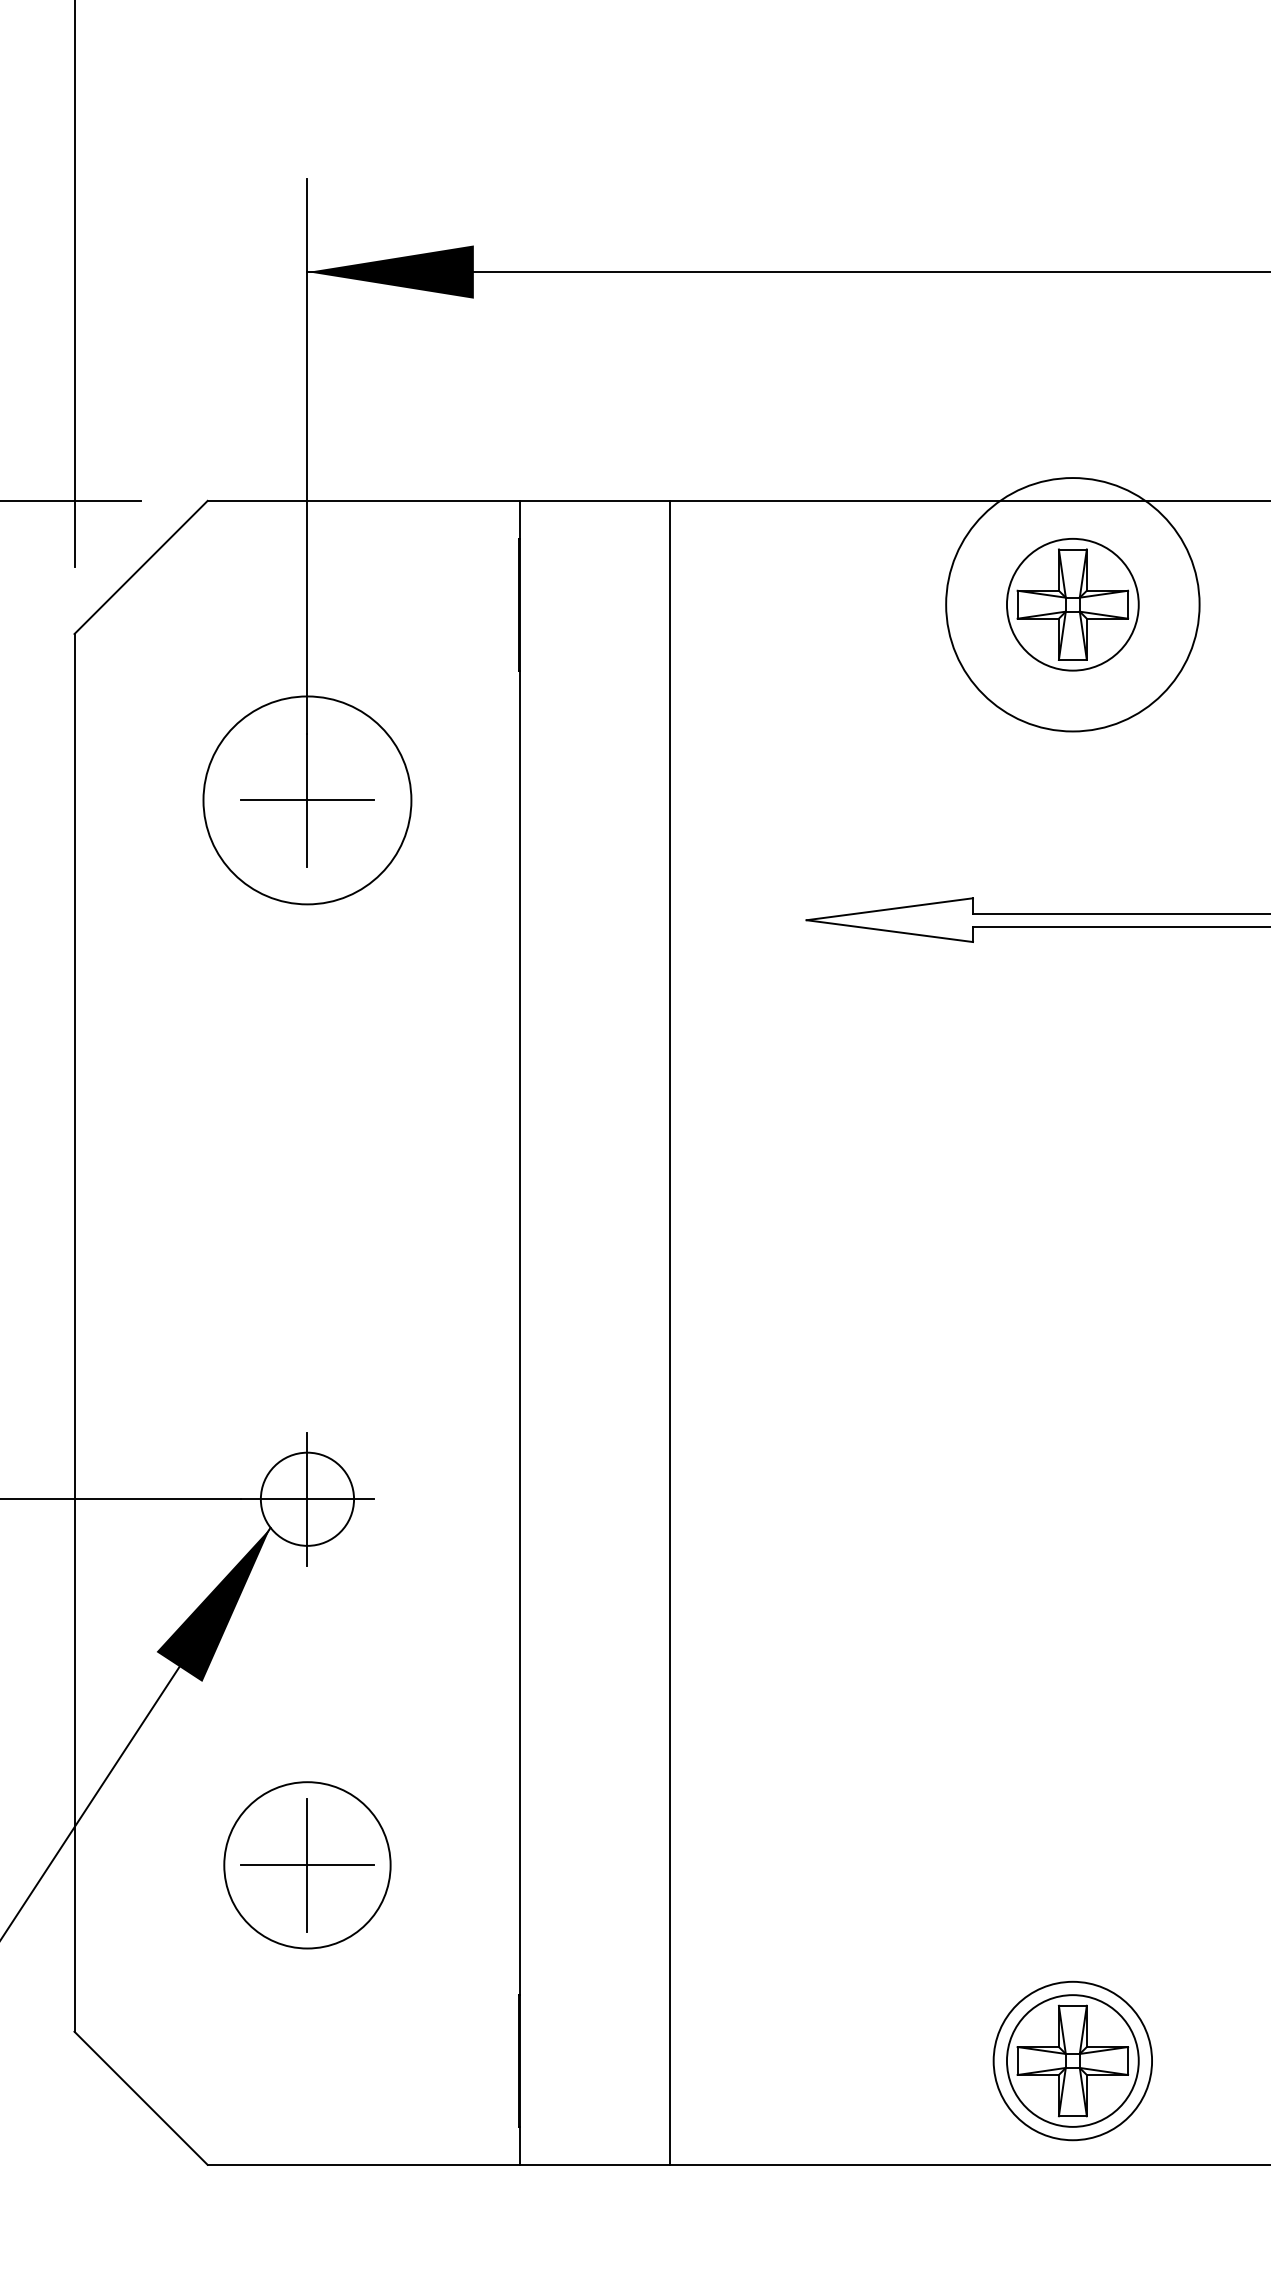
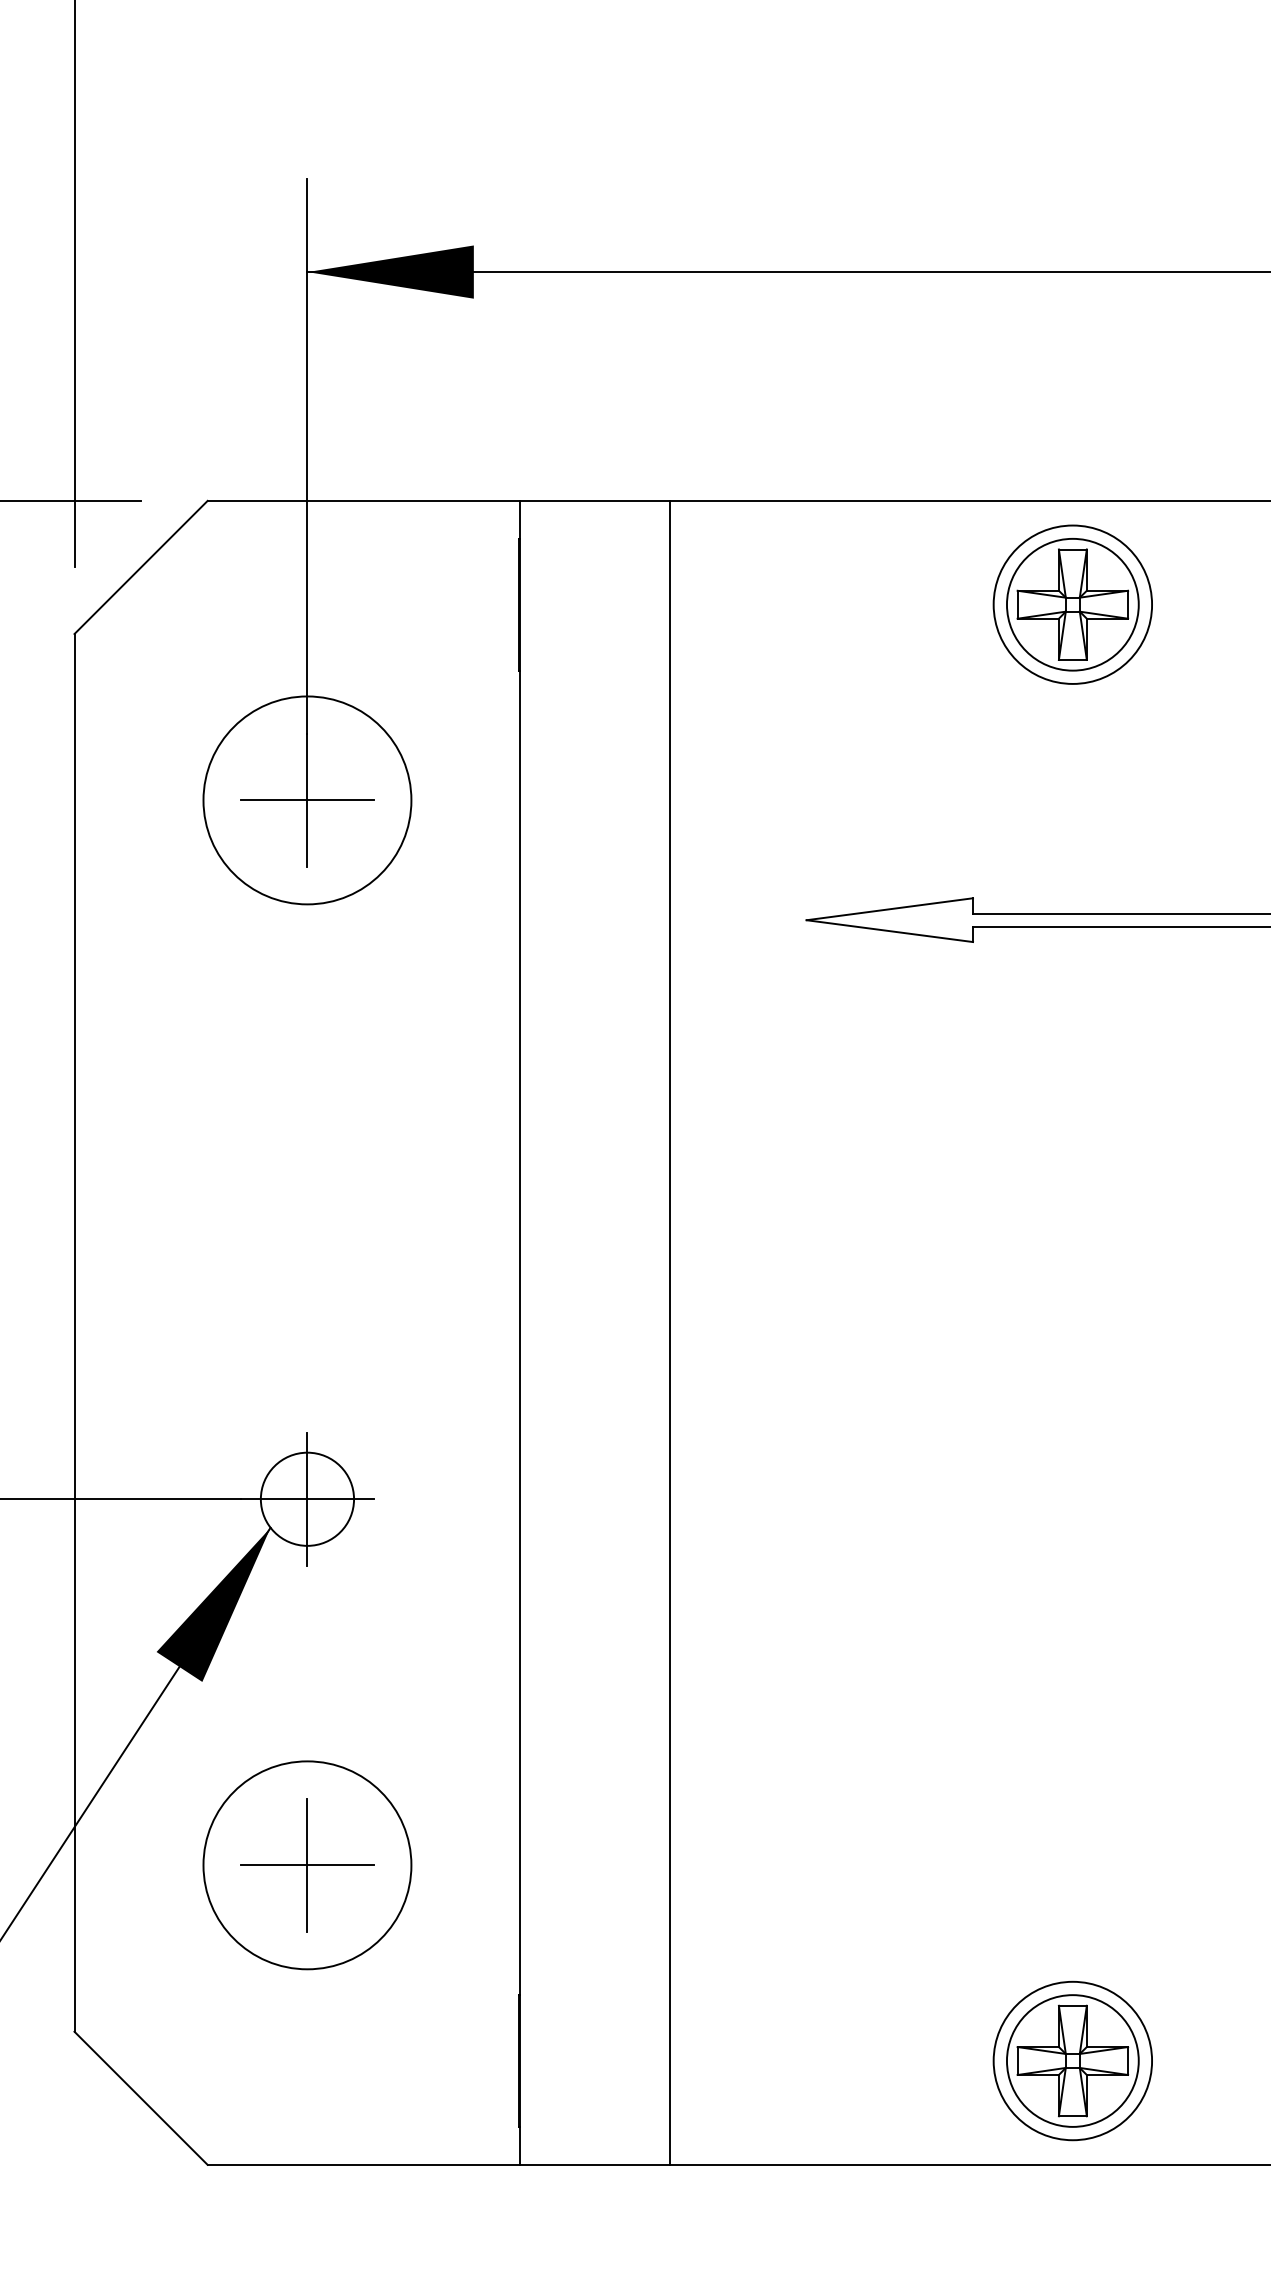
circle at (1072, 604) diameter: 253 px -> 158 px
circle at (307, 1865) diameter: 166 px -> 208 px
